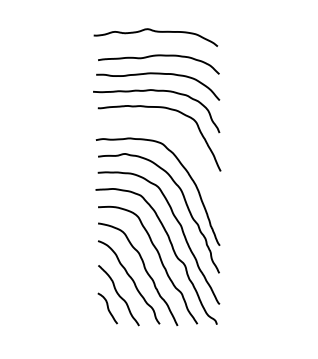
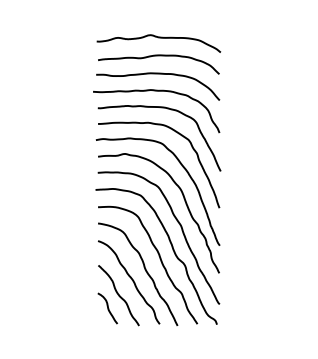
curve at (155, 32) position: (155, 32) -> (158, 38)
curve at (178, 134): none -> present
